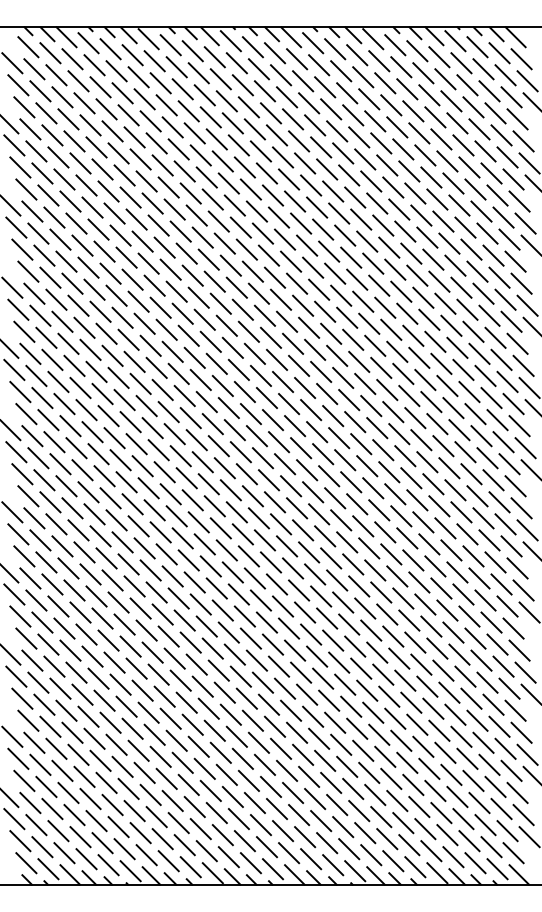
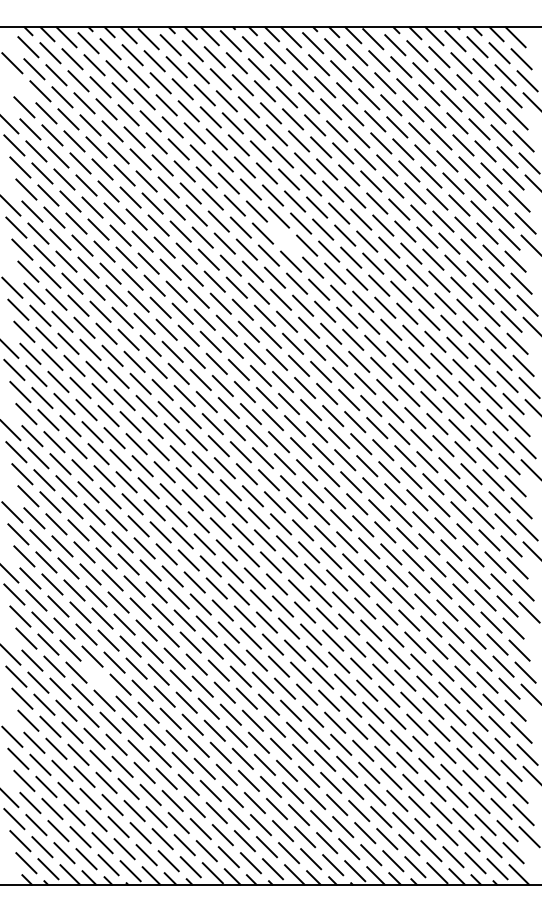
line at (18, 85): present -> none
line at (285, 239): present -> none
line at (98, 678): present -> none
